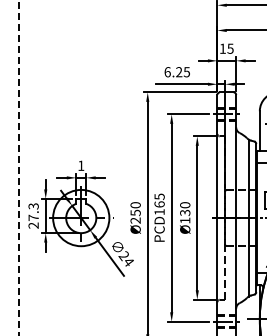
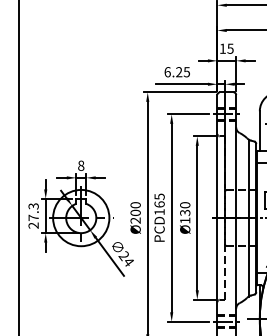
text at (81, 165): 1 -> 8
line at (18, 167): dashed -> solid
text at (135, 212): Ø250 -> Ø200
